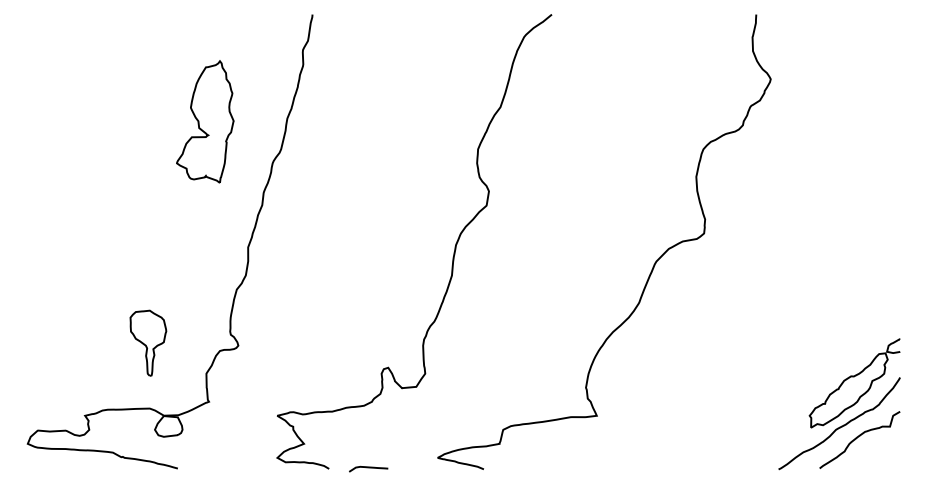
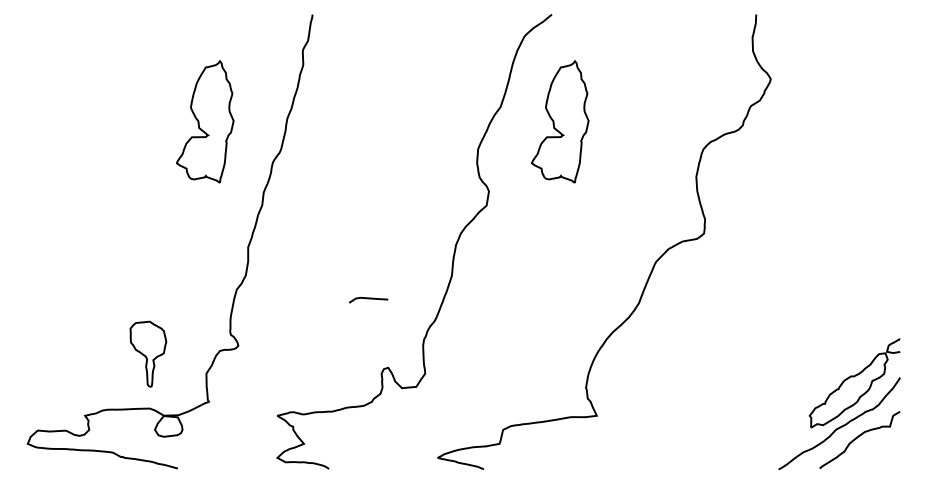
part at (560, 121): none -> present
part at (148, 342) position: (148, 342) -> (148, 353)
curve at (368, 468) position: (368, 468) -> (368, 299)
